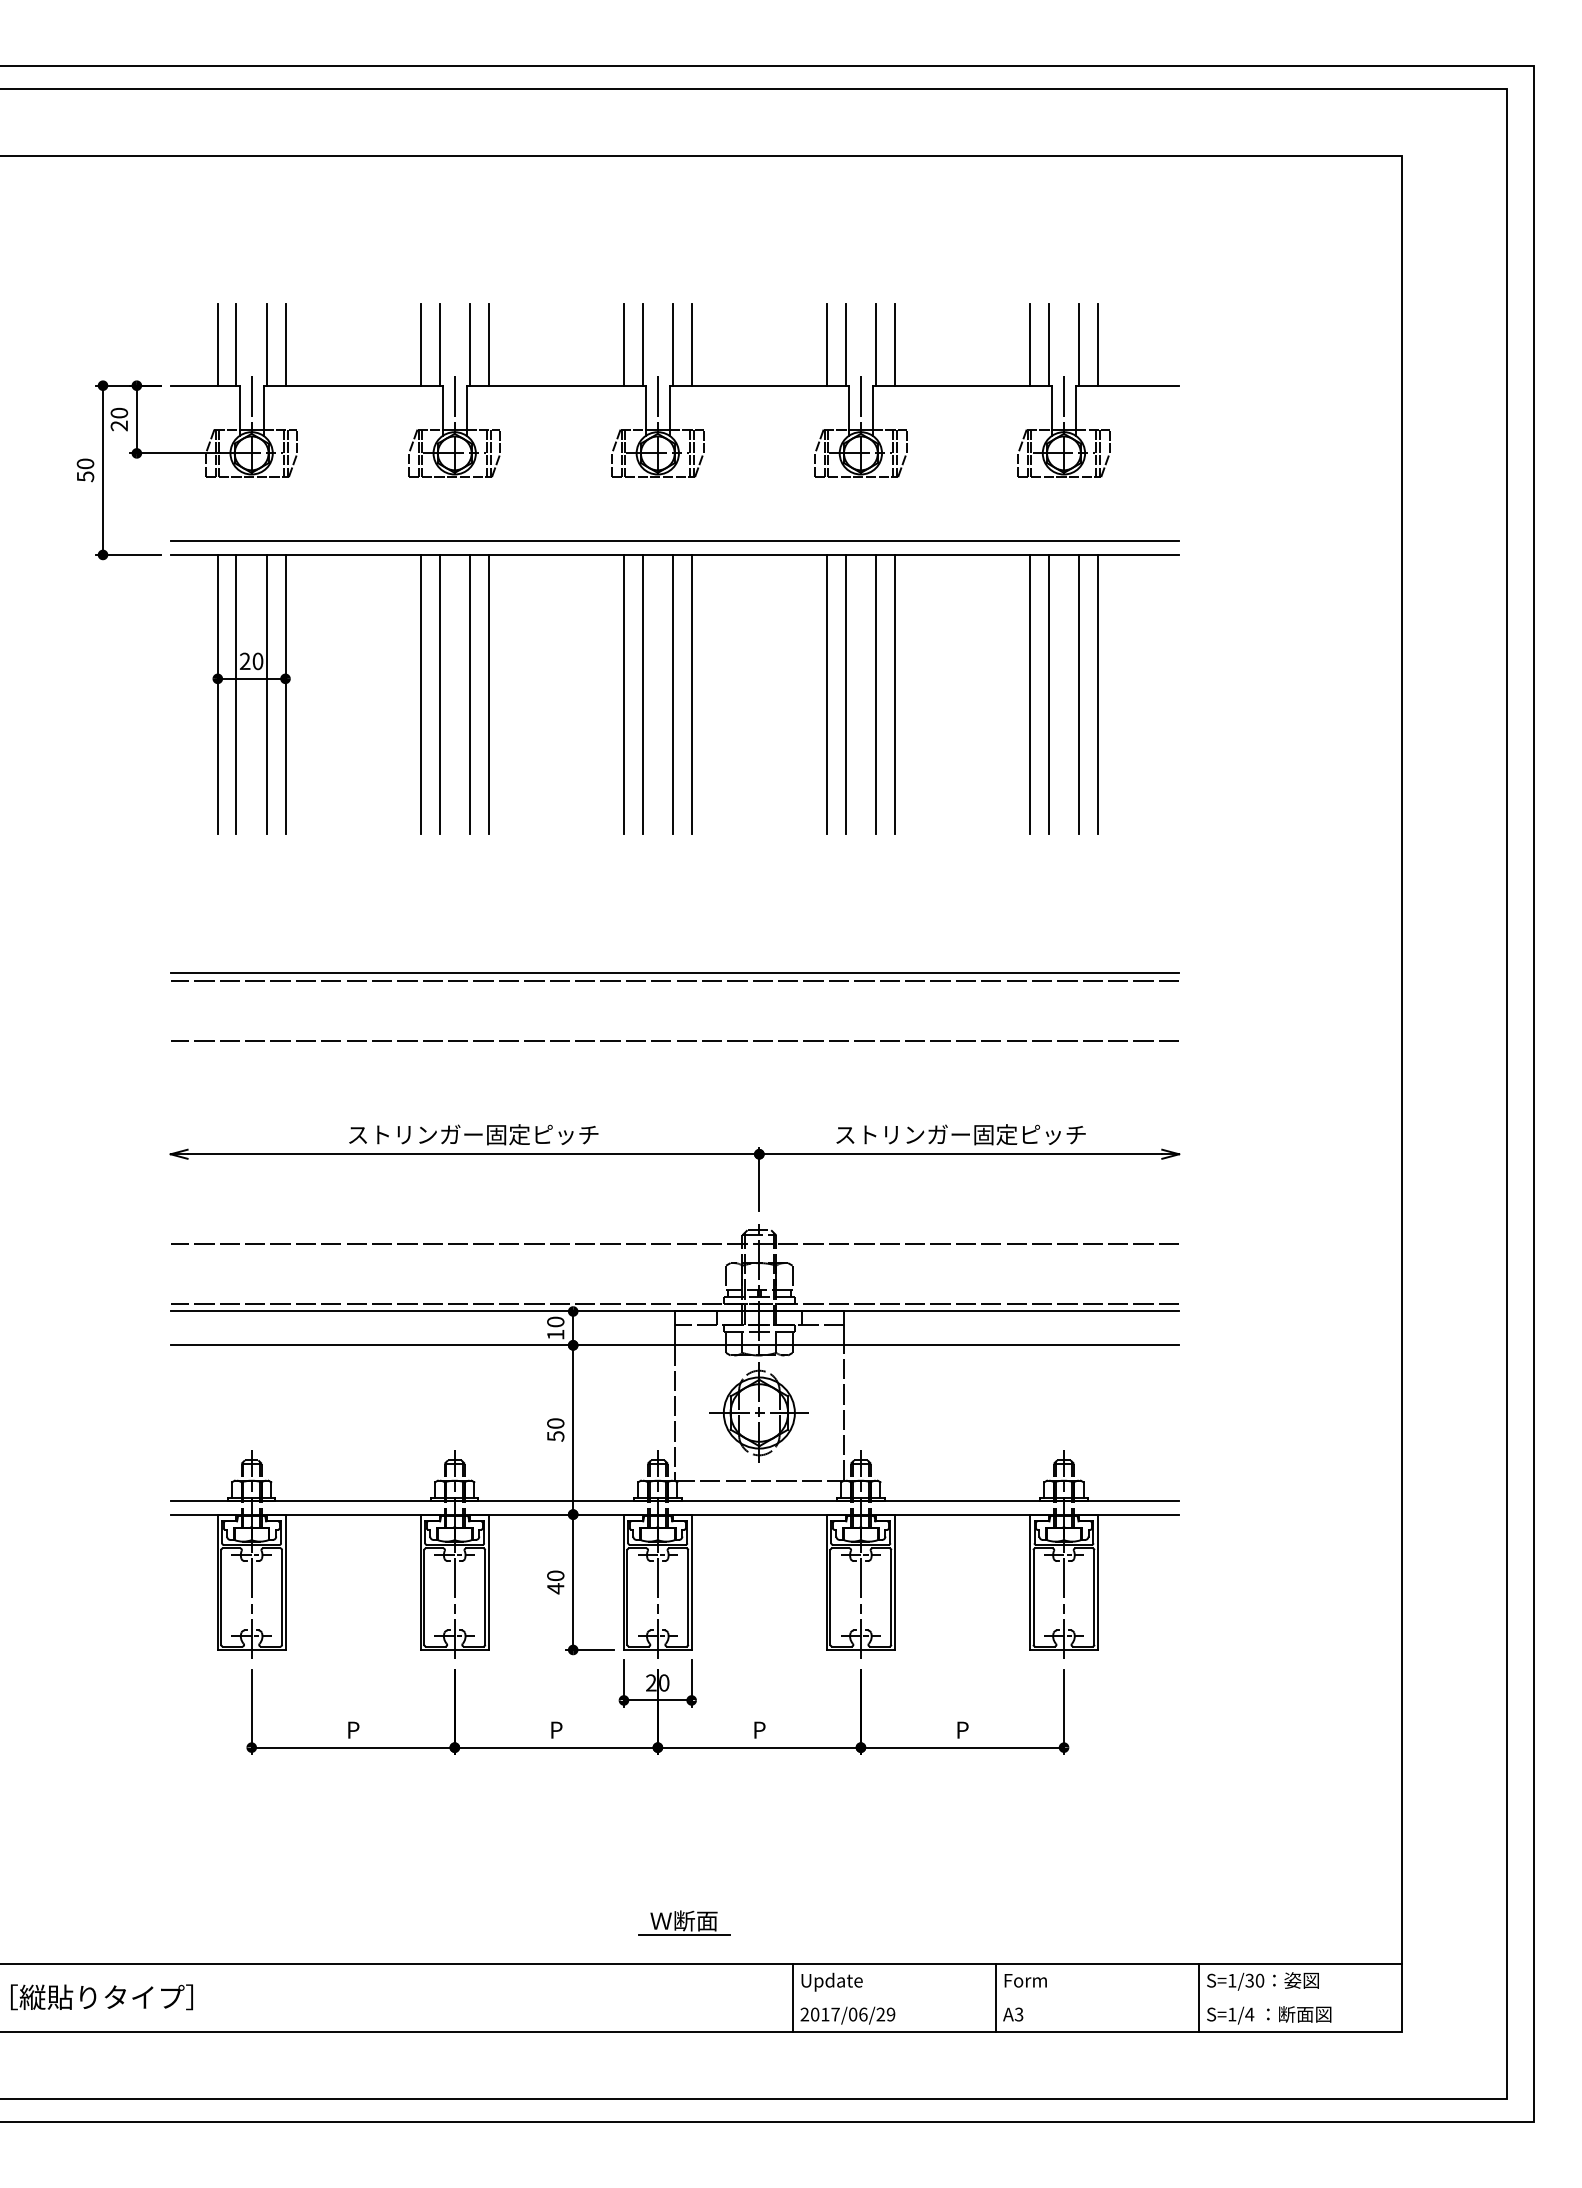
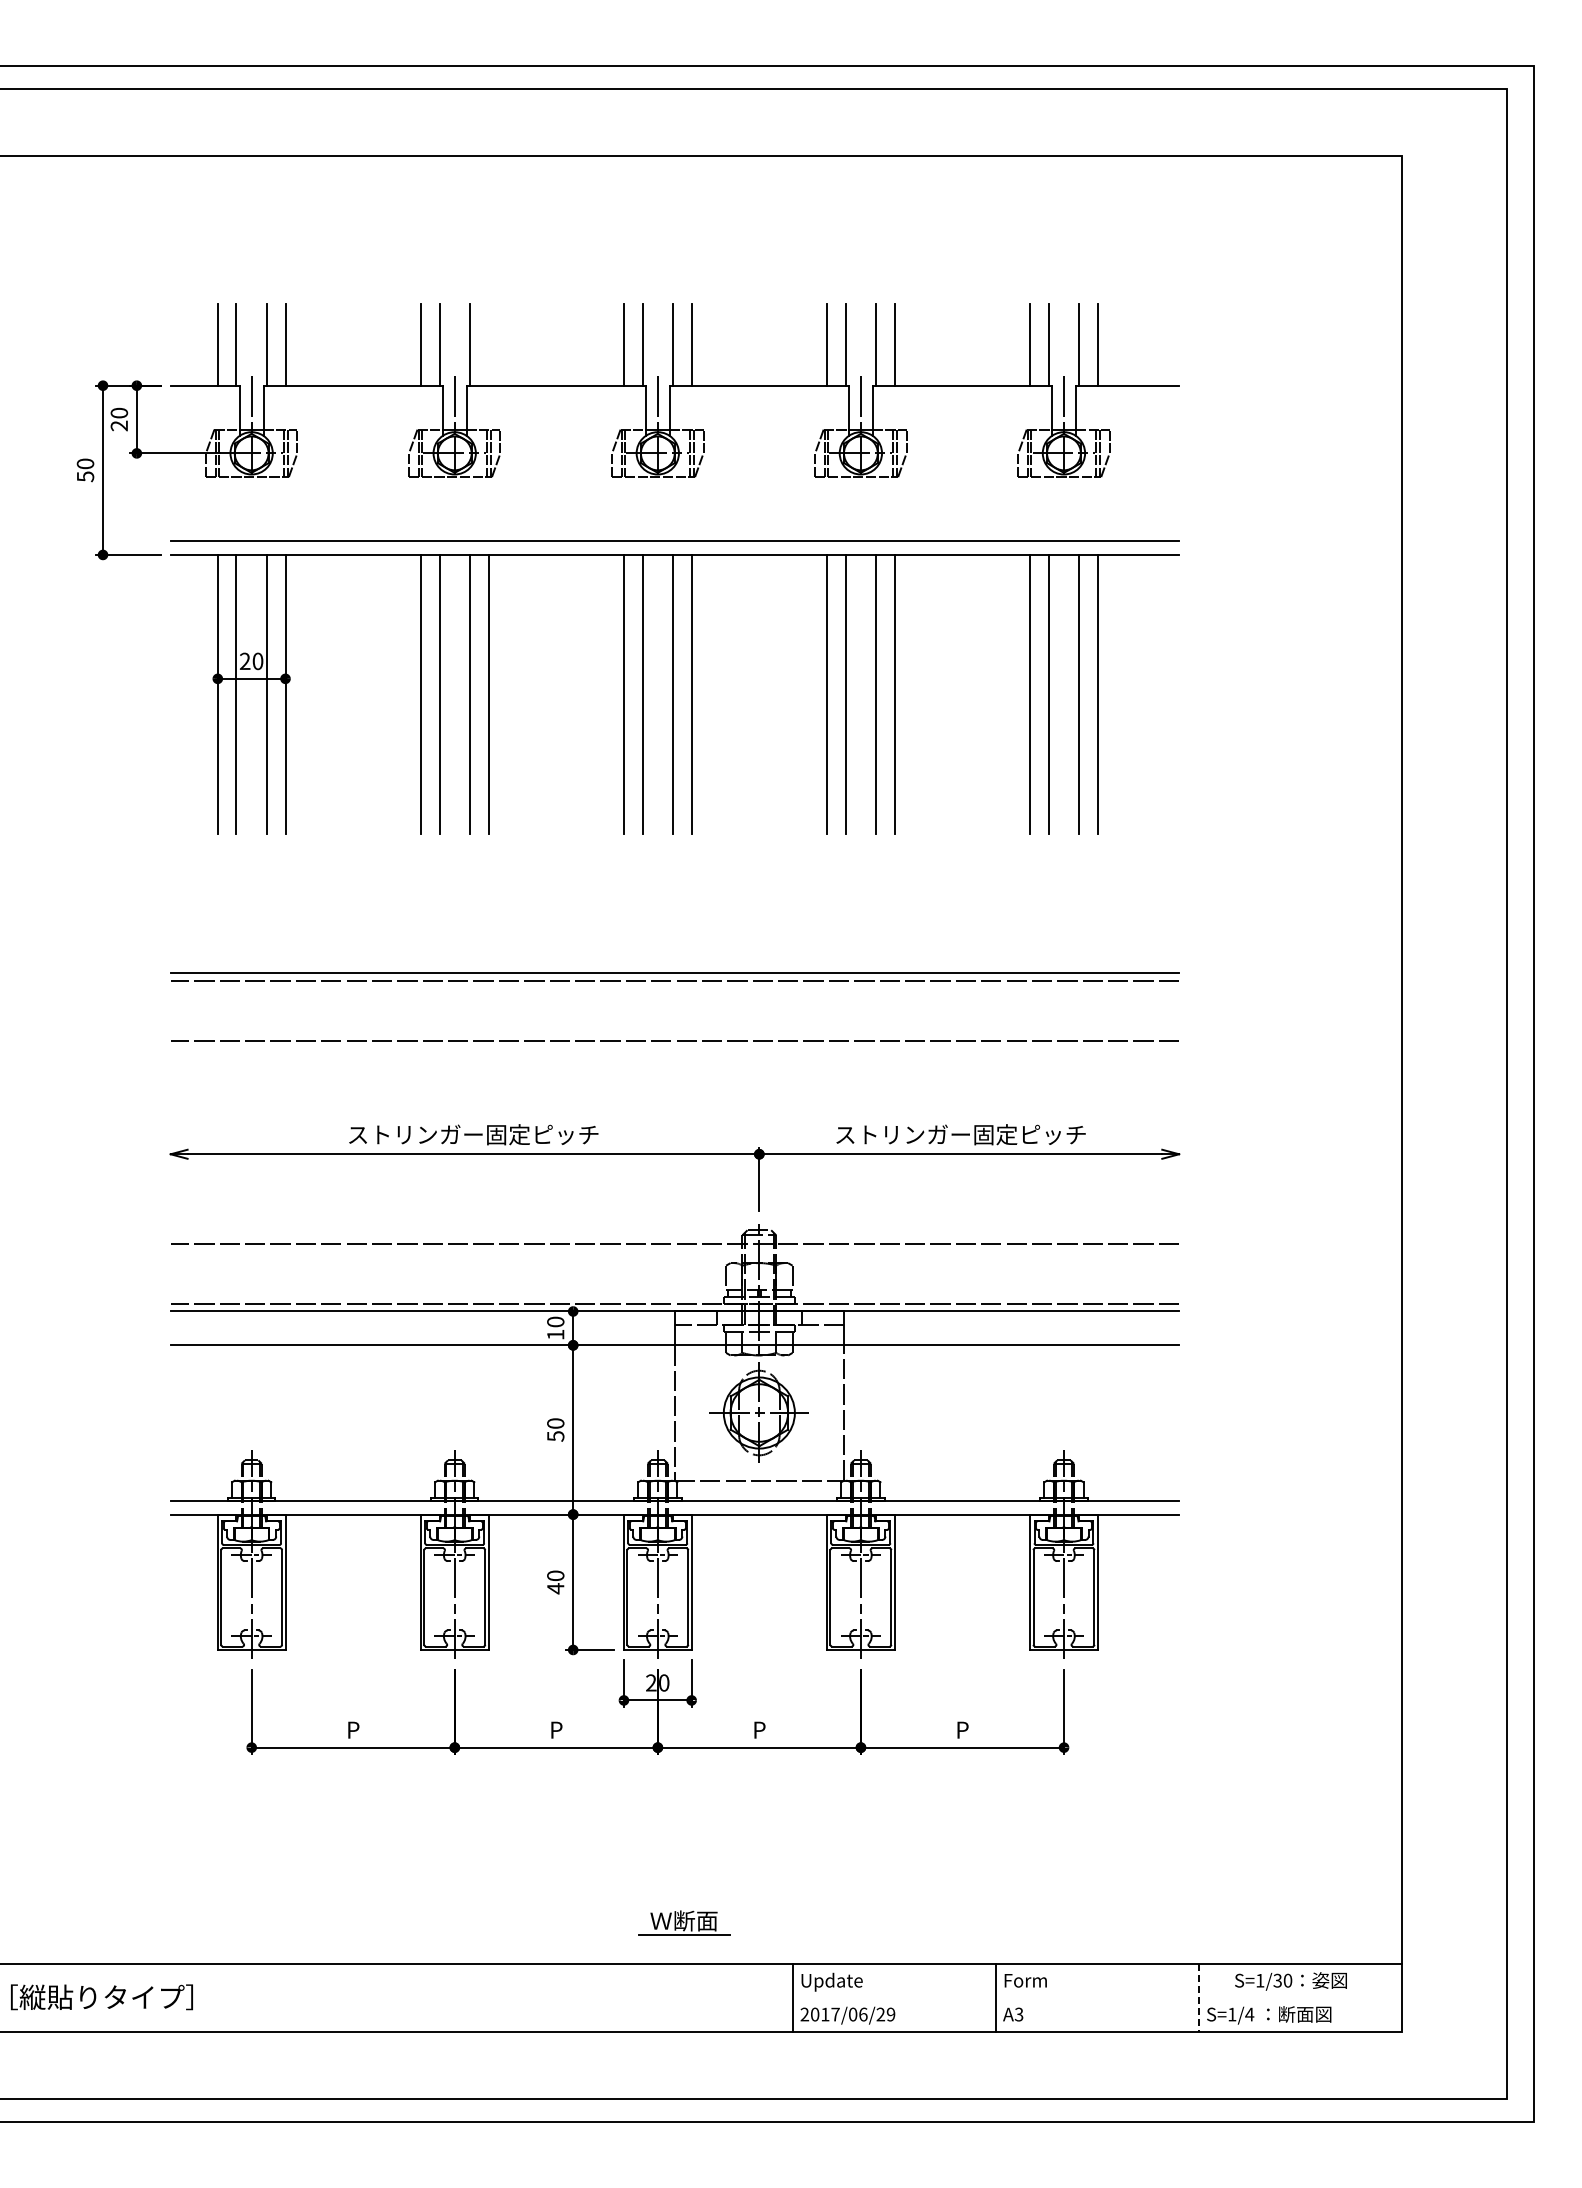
line at (488, 344): present -> none
text at (1262, 1981) position: (1262, 1981) -> (1290, 1981)
line at (1199, 1997): solid -> dashed
